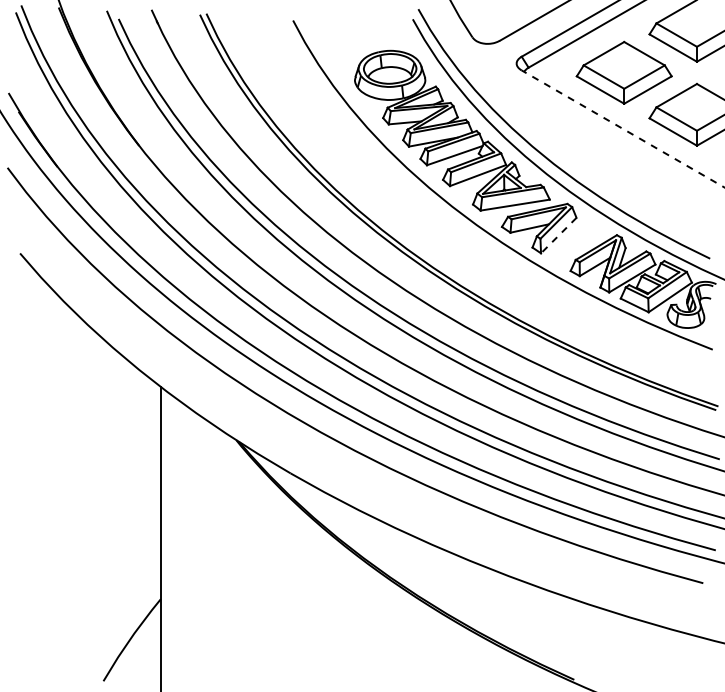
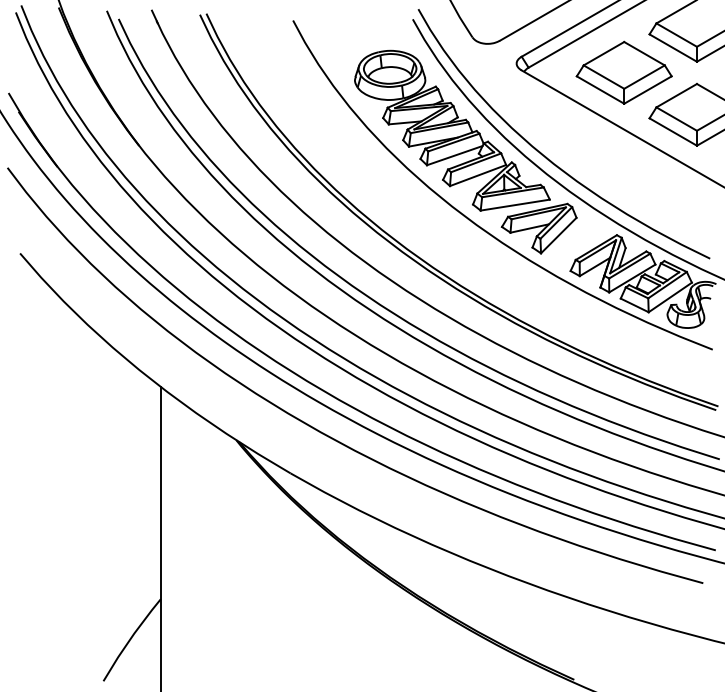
line at (622, 128): dashed -> solid
line at (558, 235): dashed -> solid
